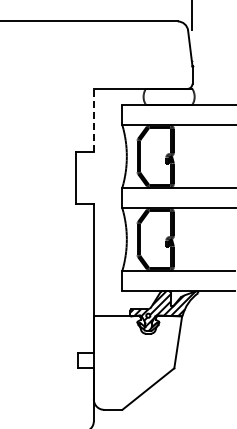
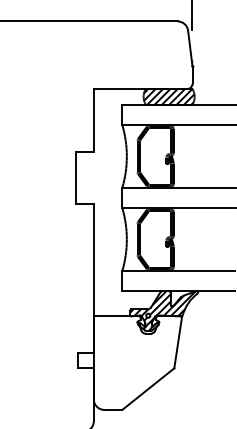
hatch at (168, 96): none -> present
line at (93, 120): dashed -> solid
